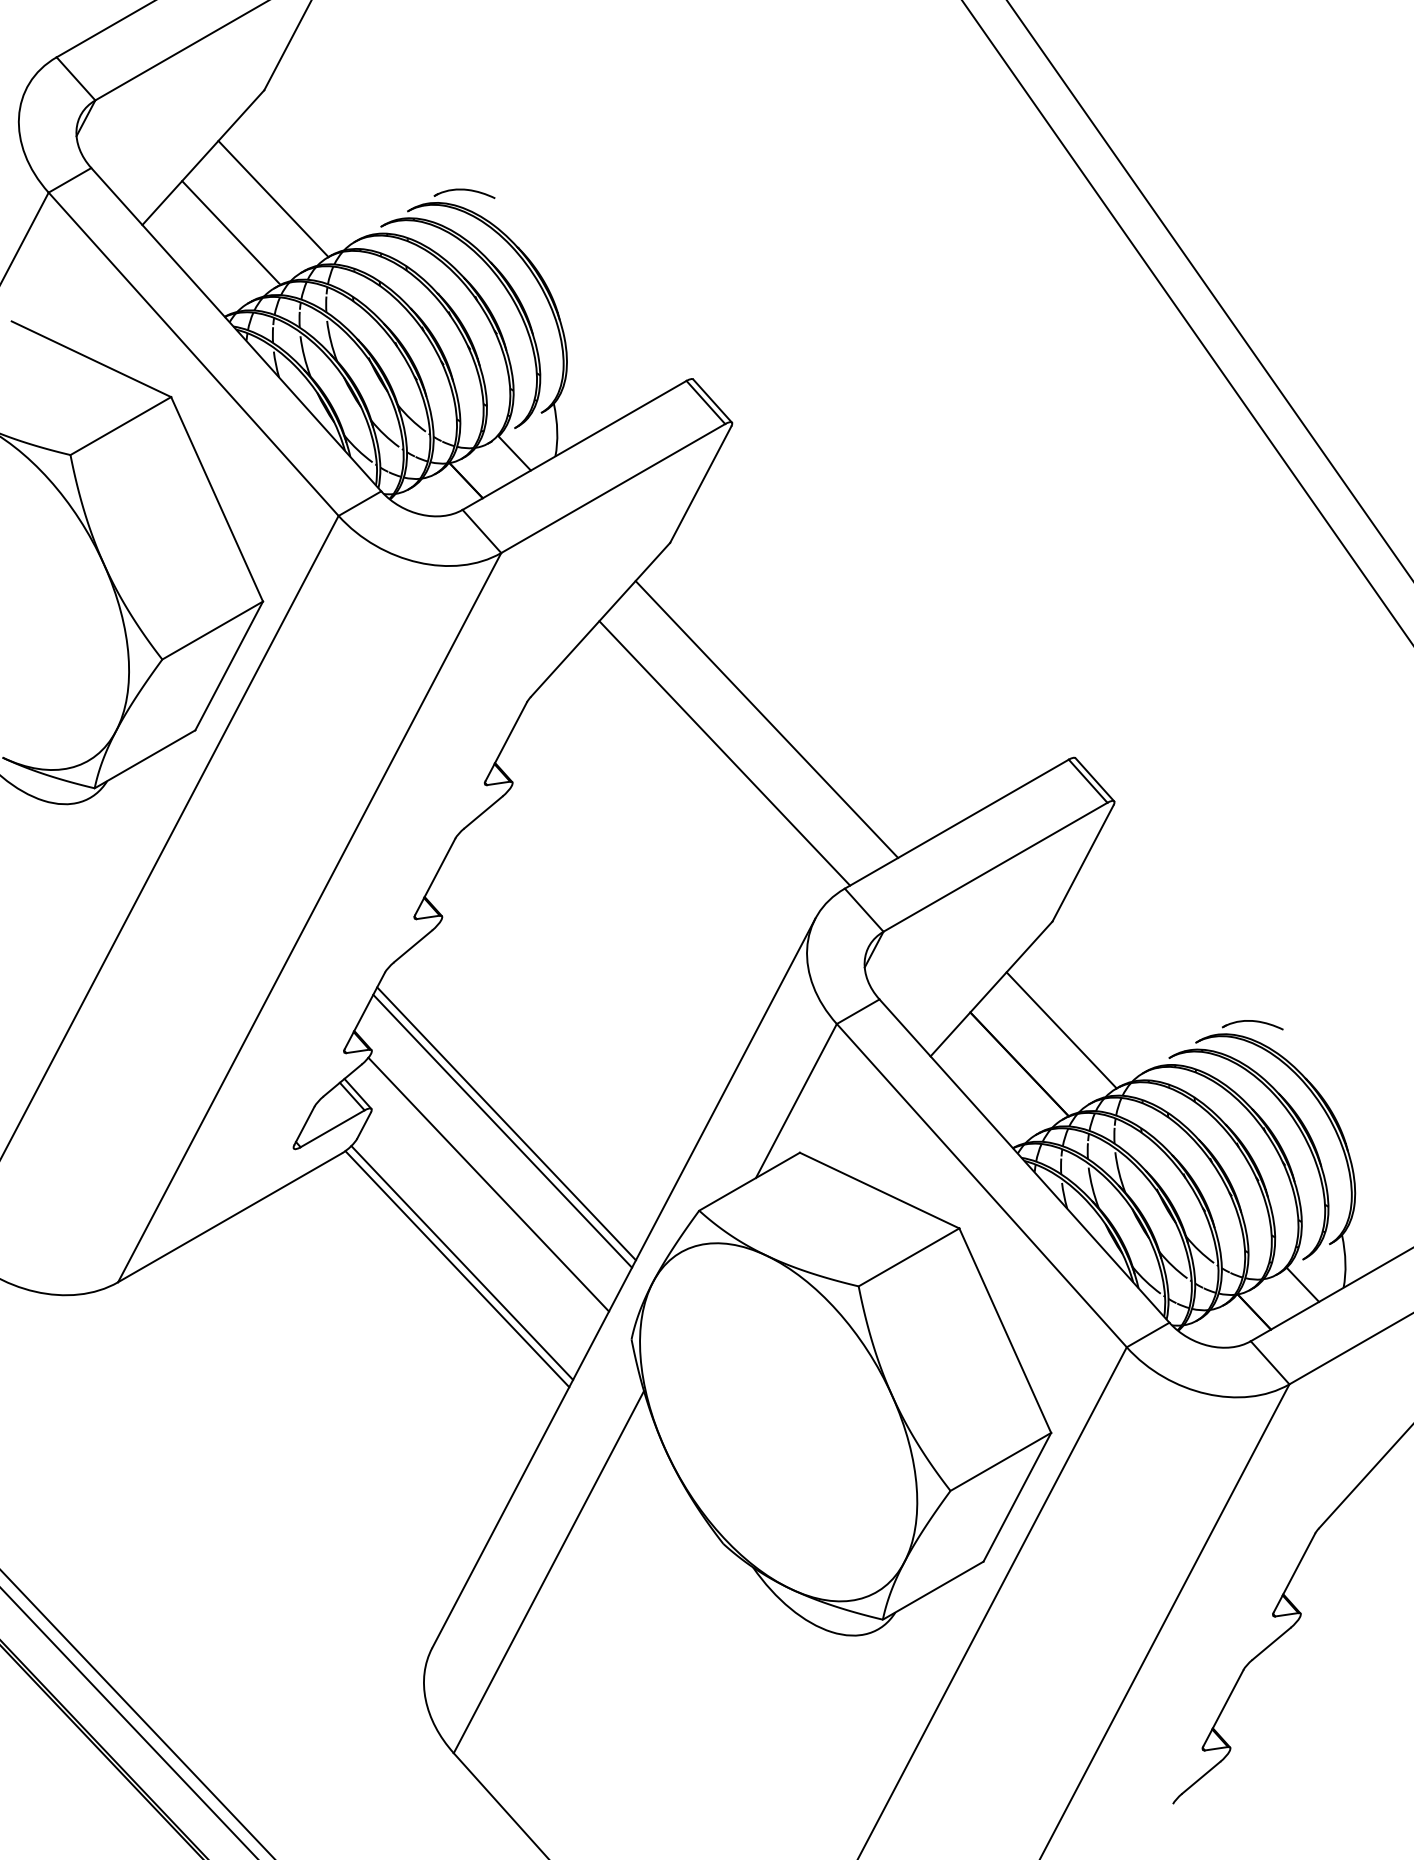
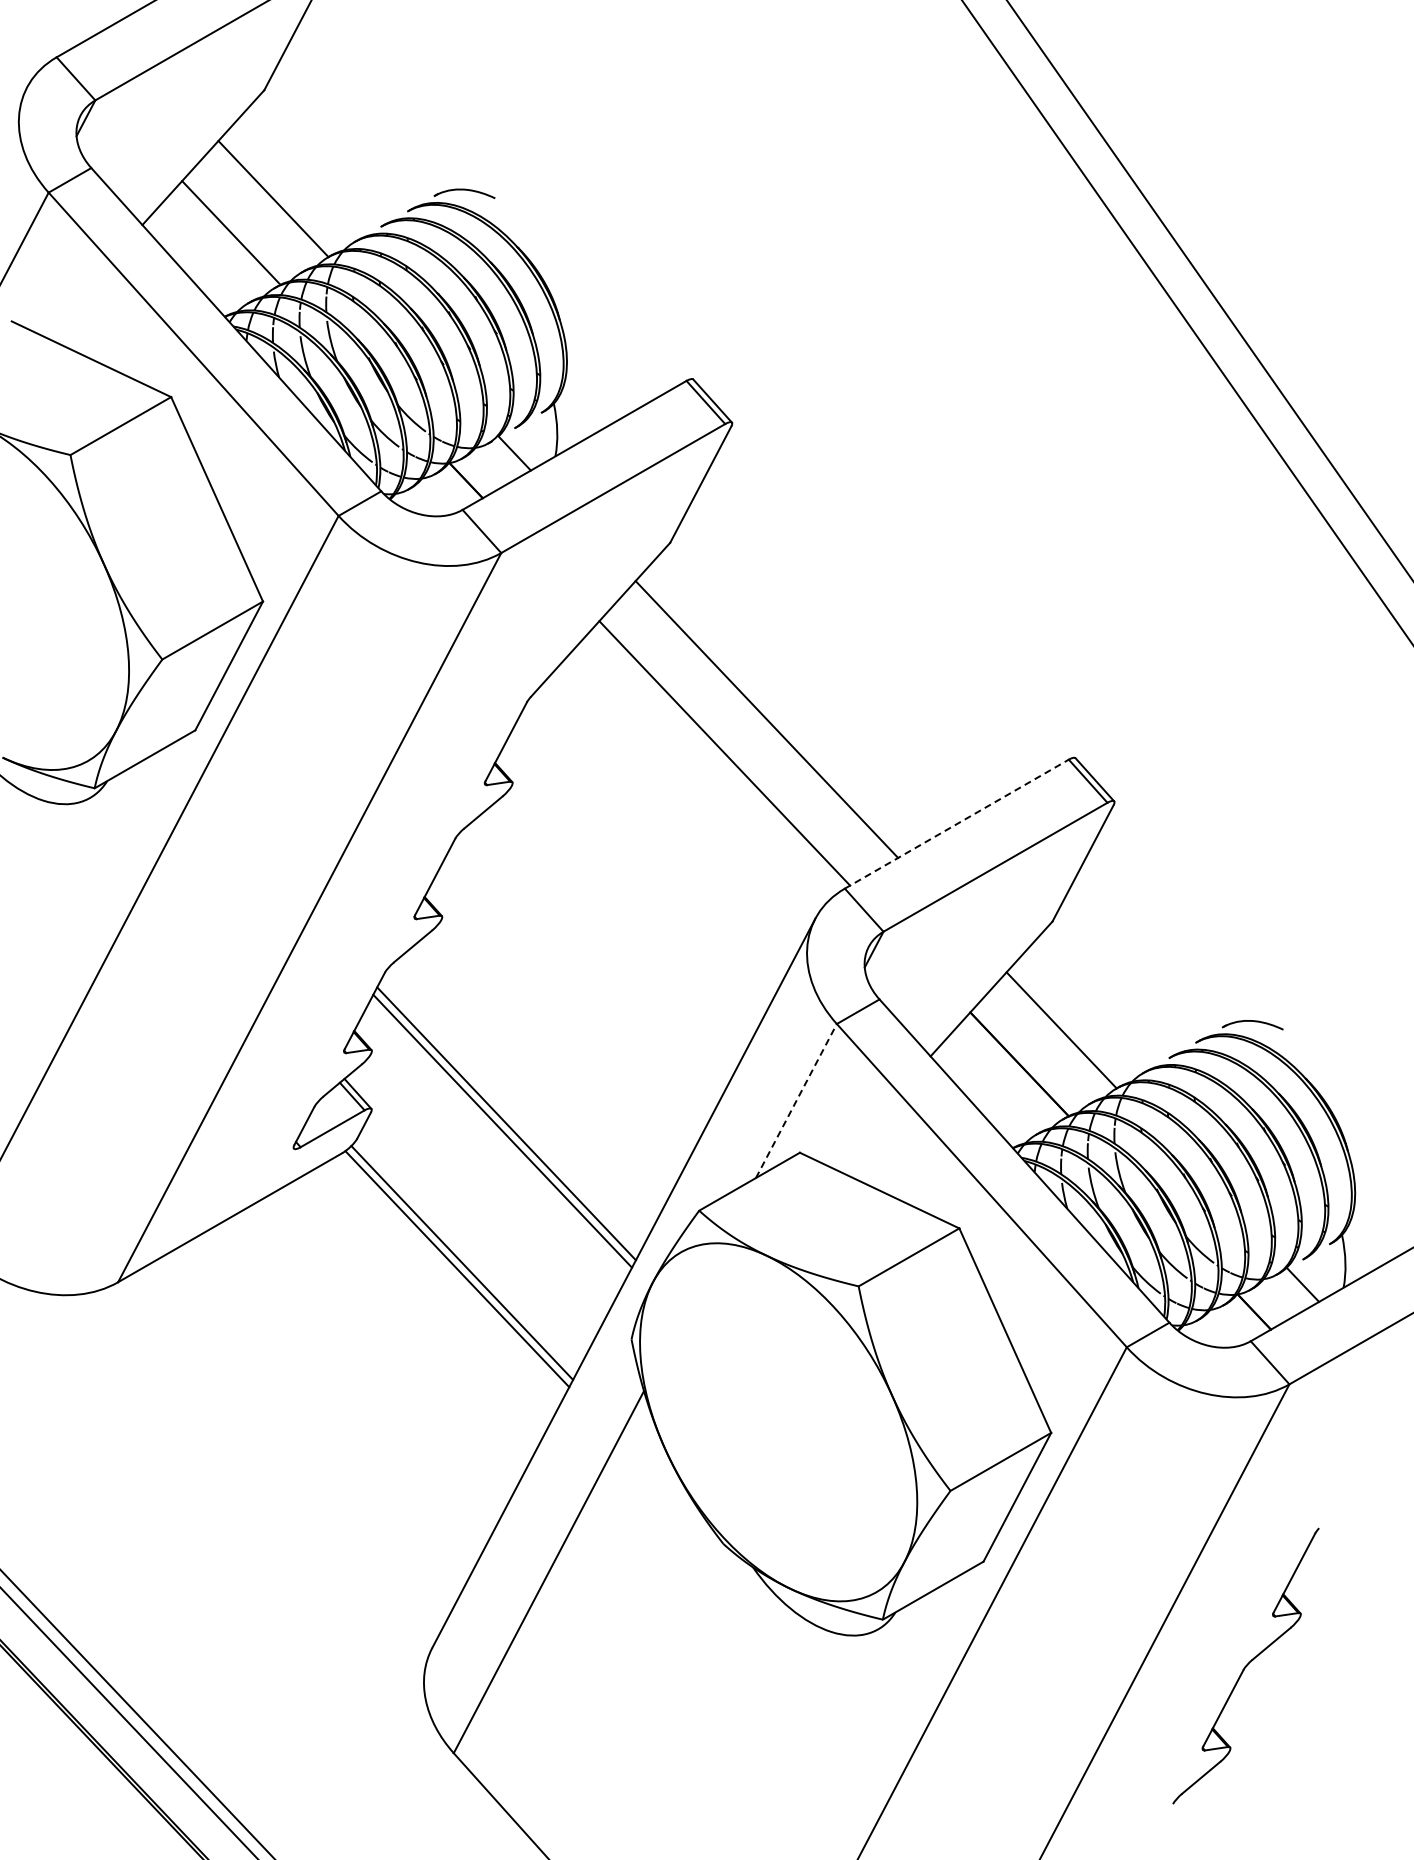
line at (957, 823): solid -> dashed
line at (796, 1101): solid -> dashed
line at (488, 1184): present -> none
line at (1364, 1477): present -> none
